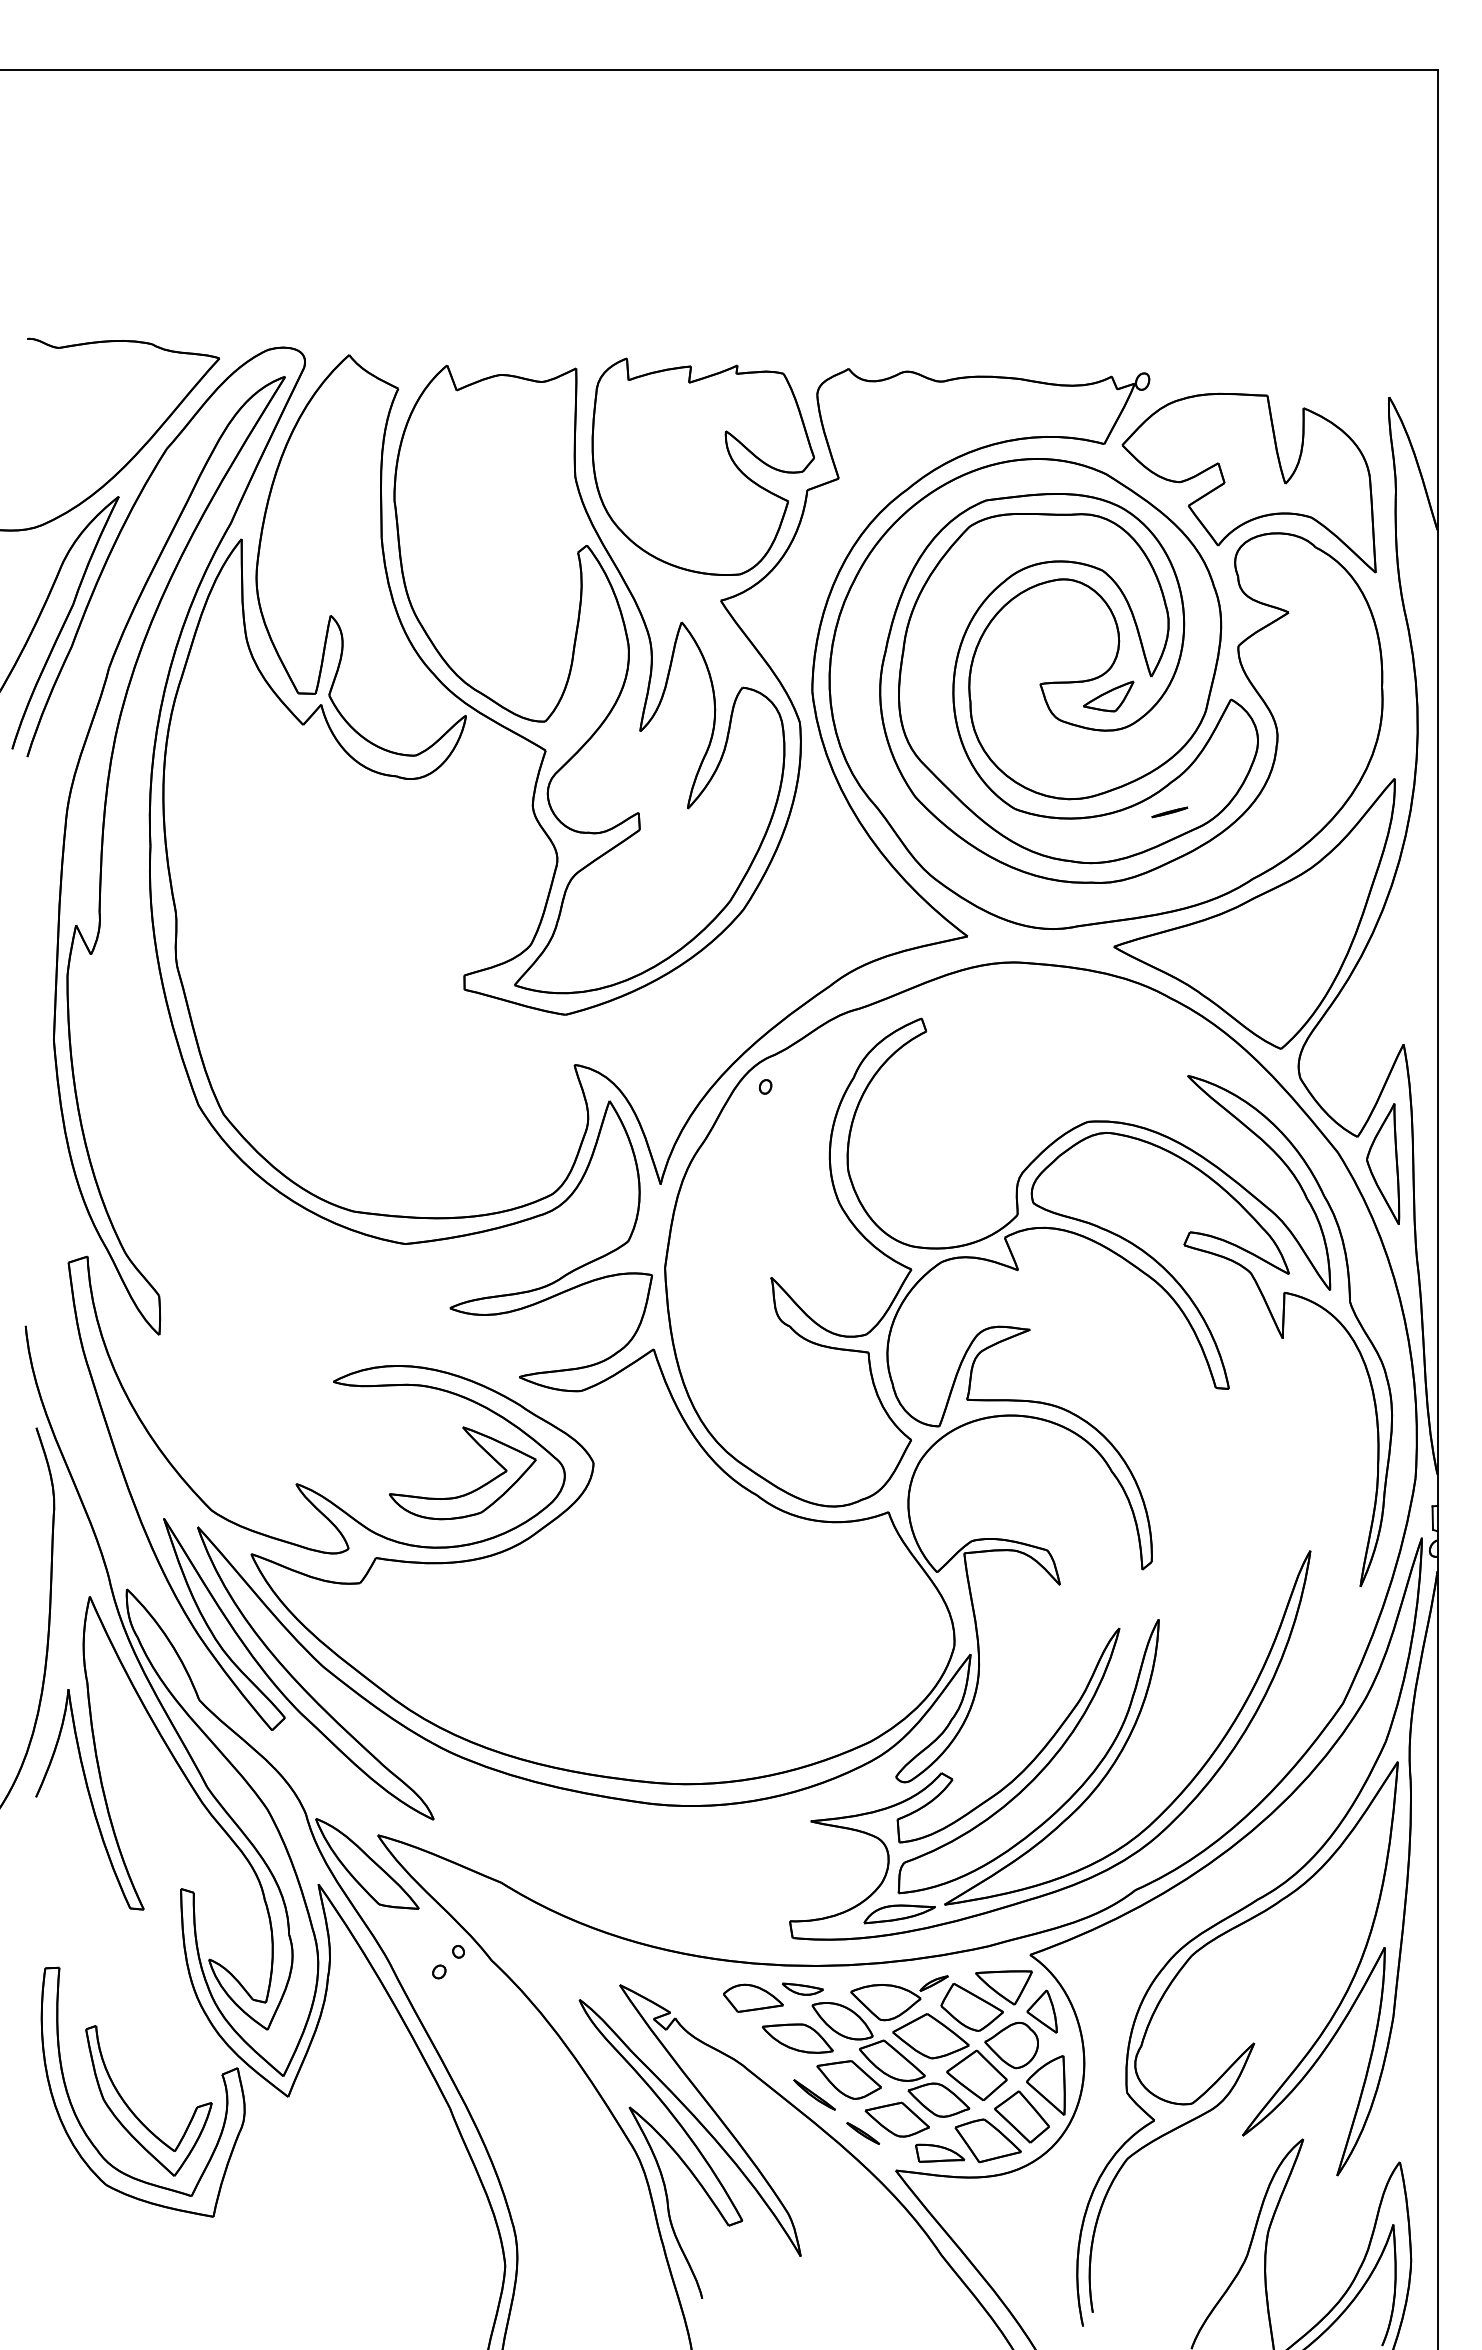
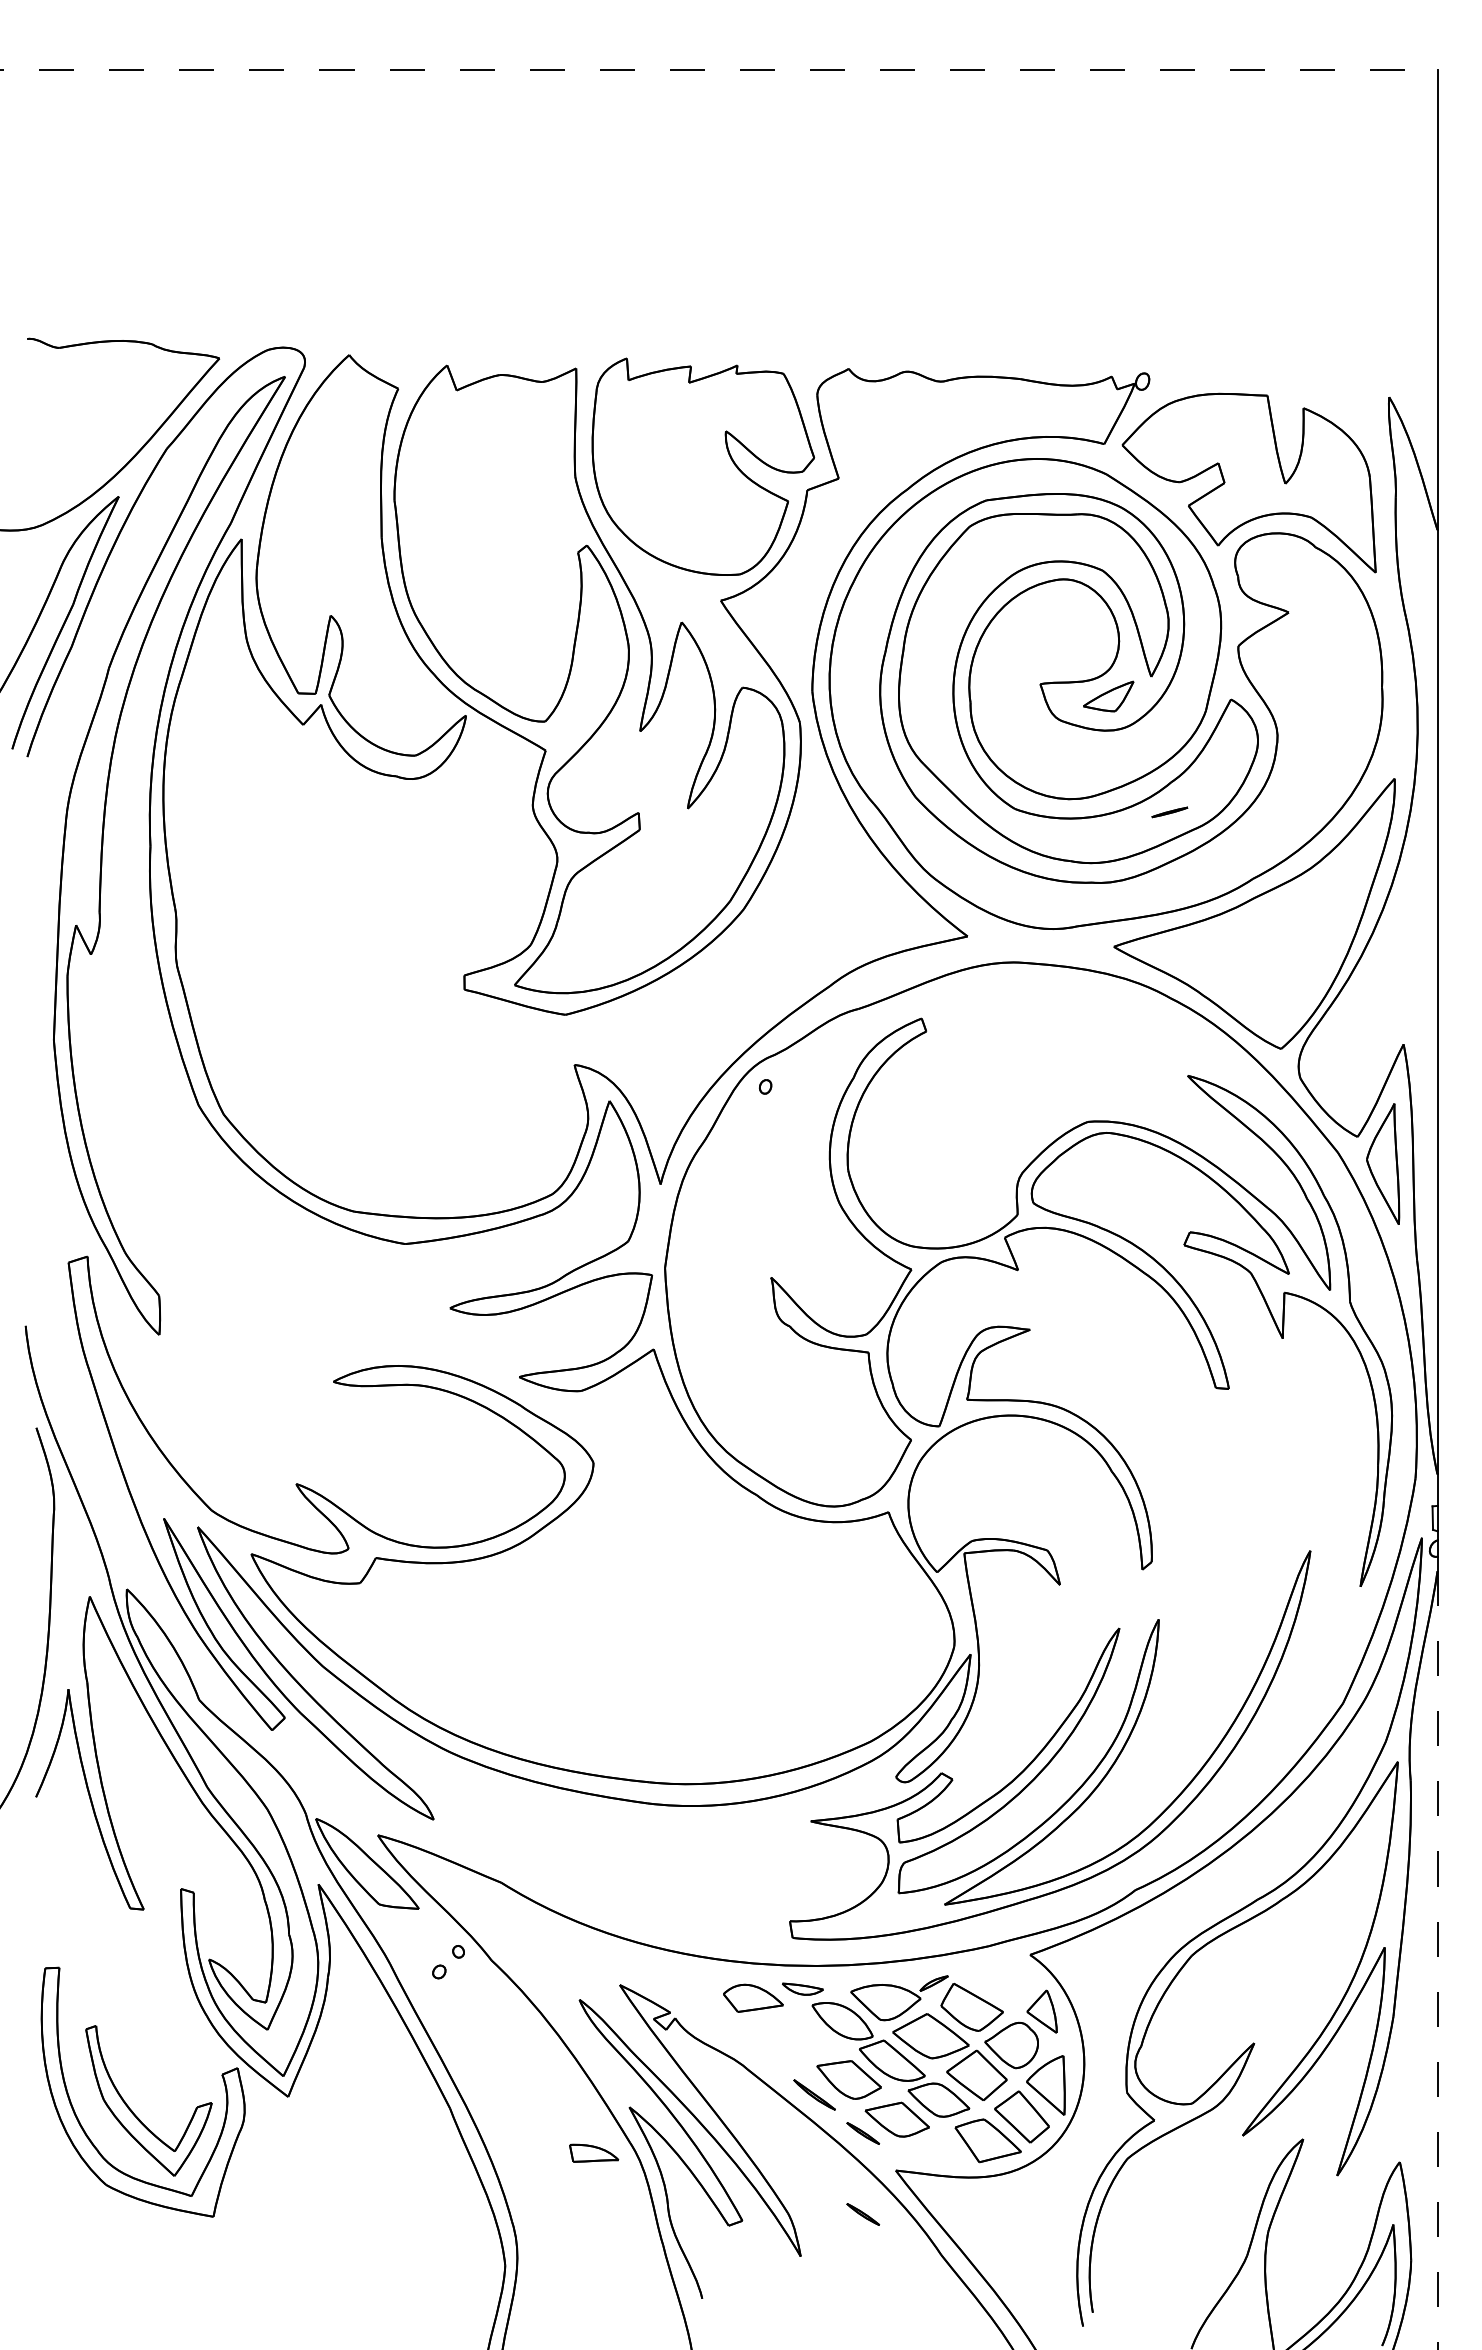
line at (719, 70): solid -> dashed
part at (470, 1491): present -> none
part at (899, 1914): present -> none
line at (1437, 1961): solid -> dashed
part at (1003, 1987): present -> none
part at (797, 2038): present -> none
part at (940, 2152) position: (940, 2152) -> (594, 2152)
part at (863, 2214): none -> present
